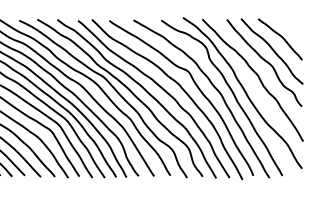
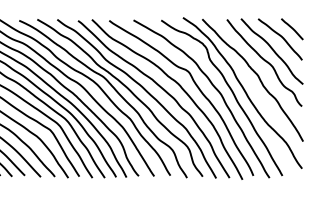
line at (292, 29): none -> present
